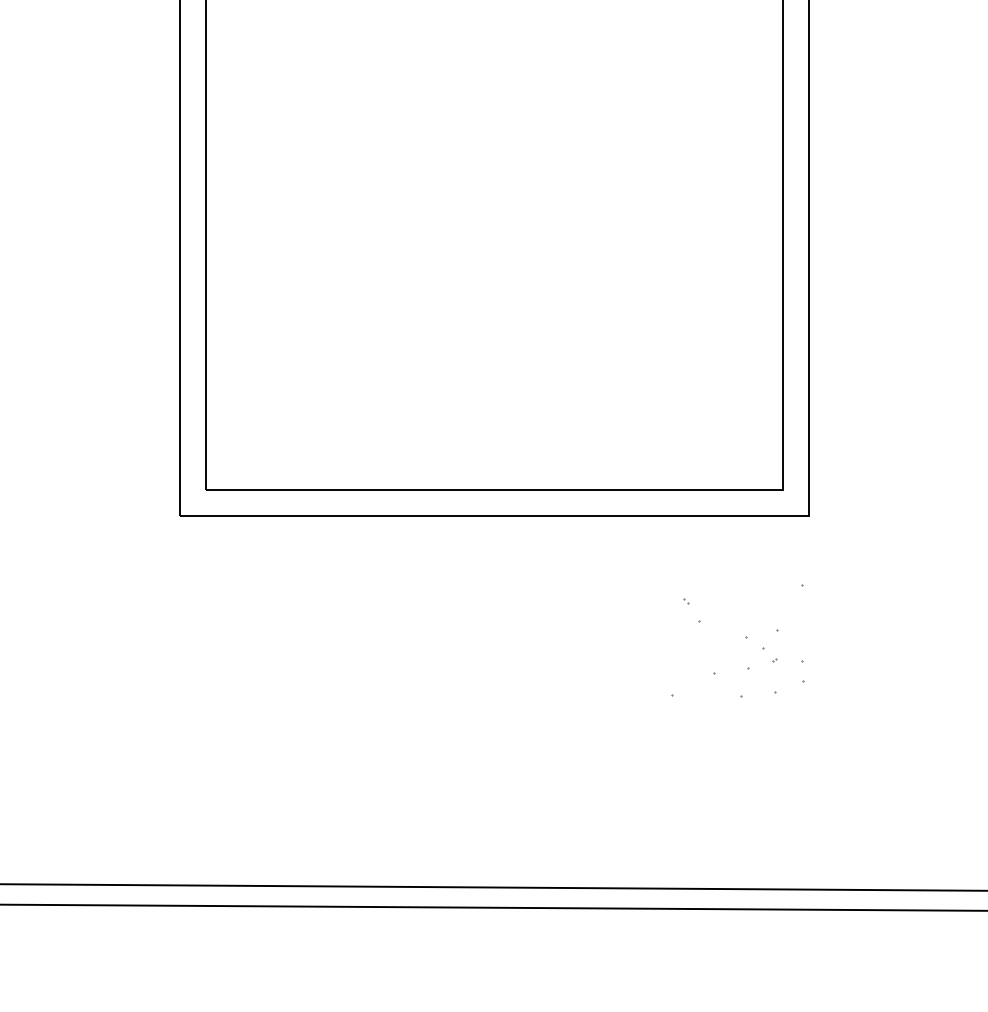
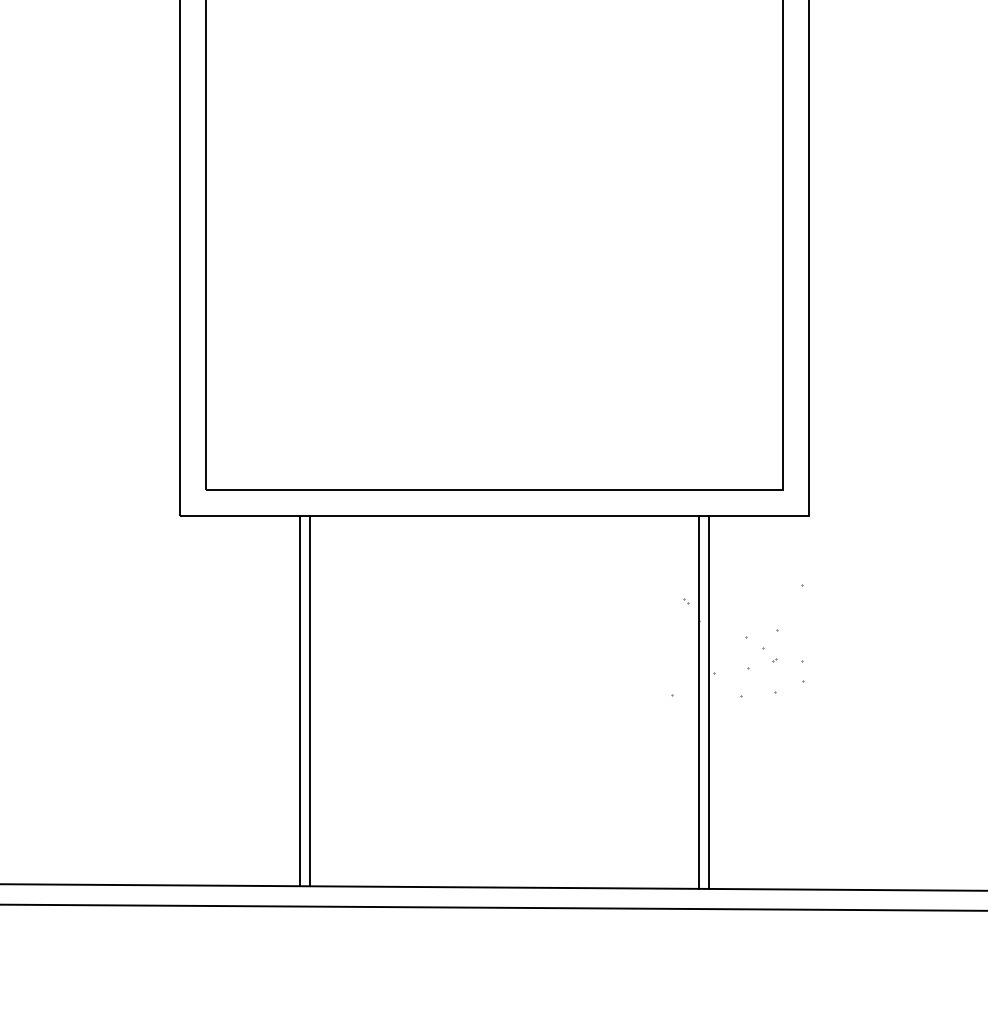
line at (299, 701): none -> present
line at (309, 701): none -> present
line at (698, 702): none -> present
line at (709, 702): none -> present
